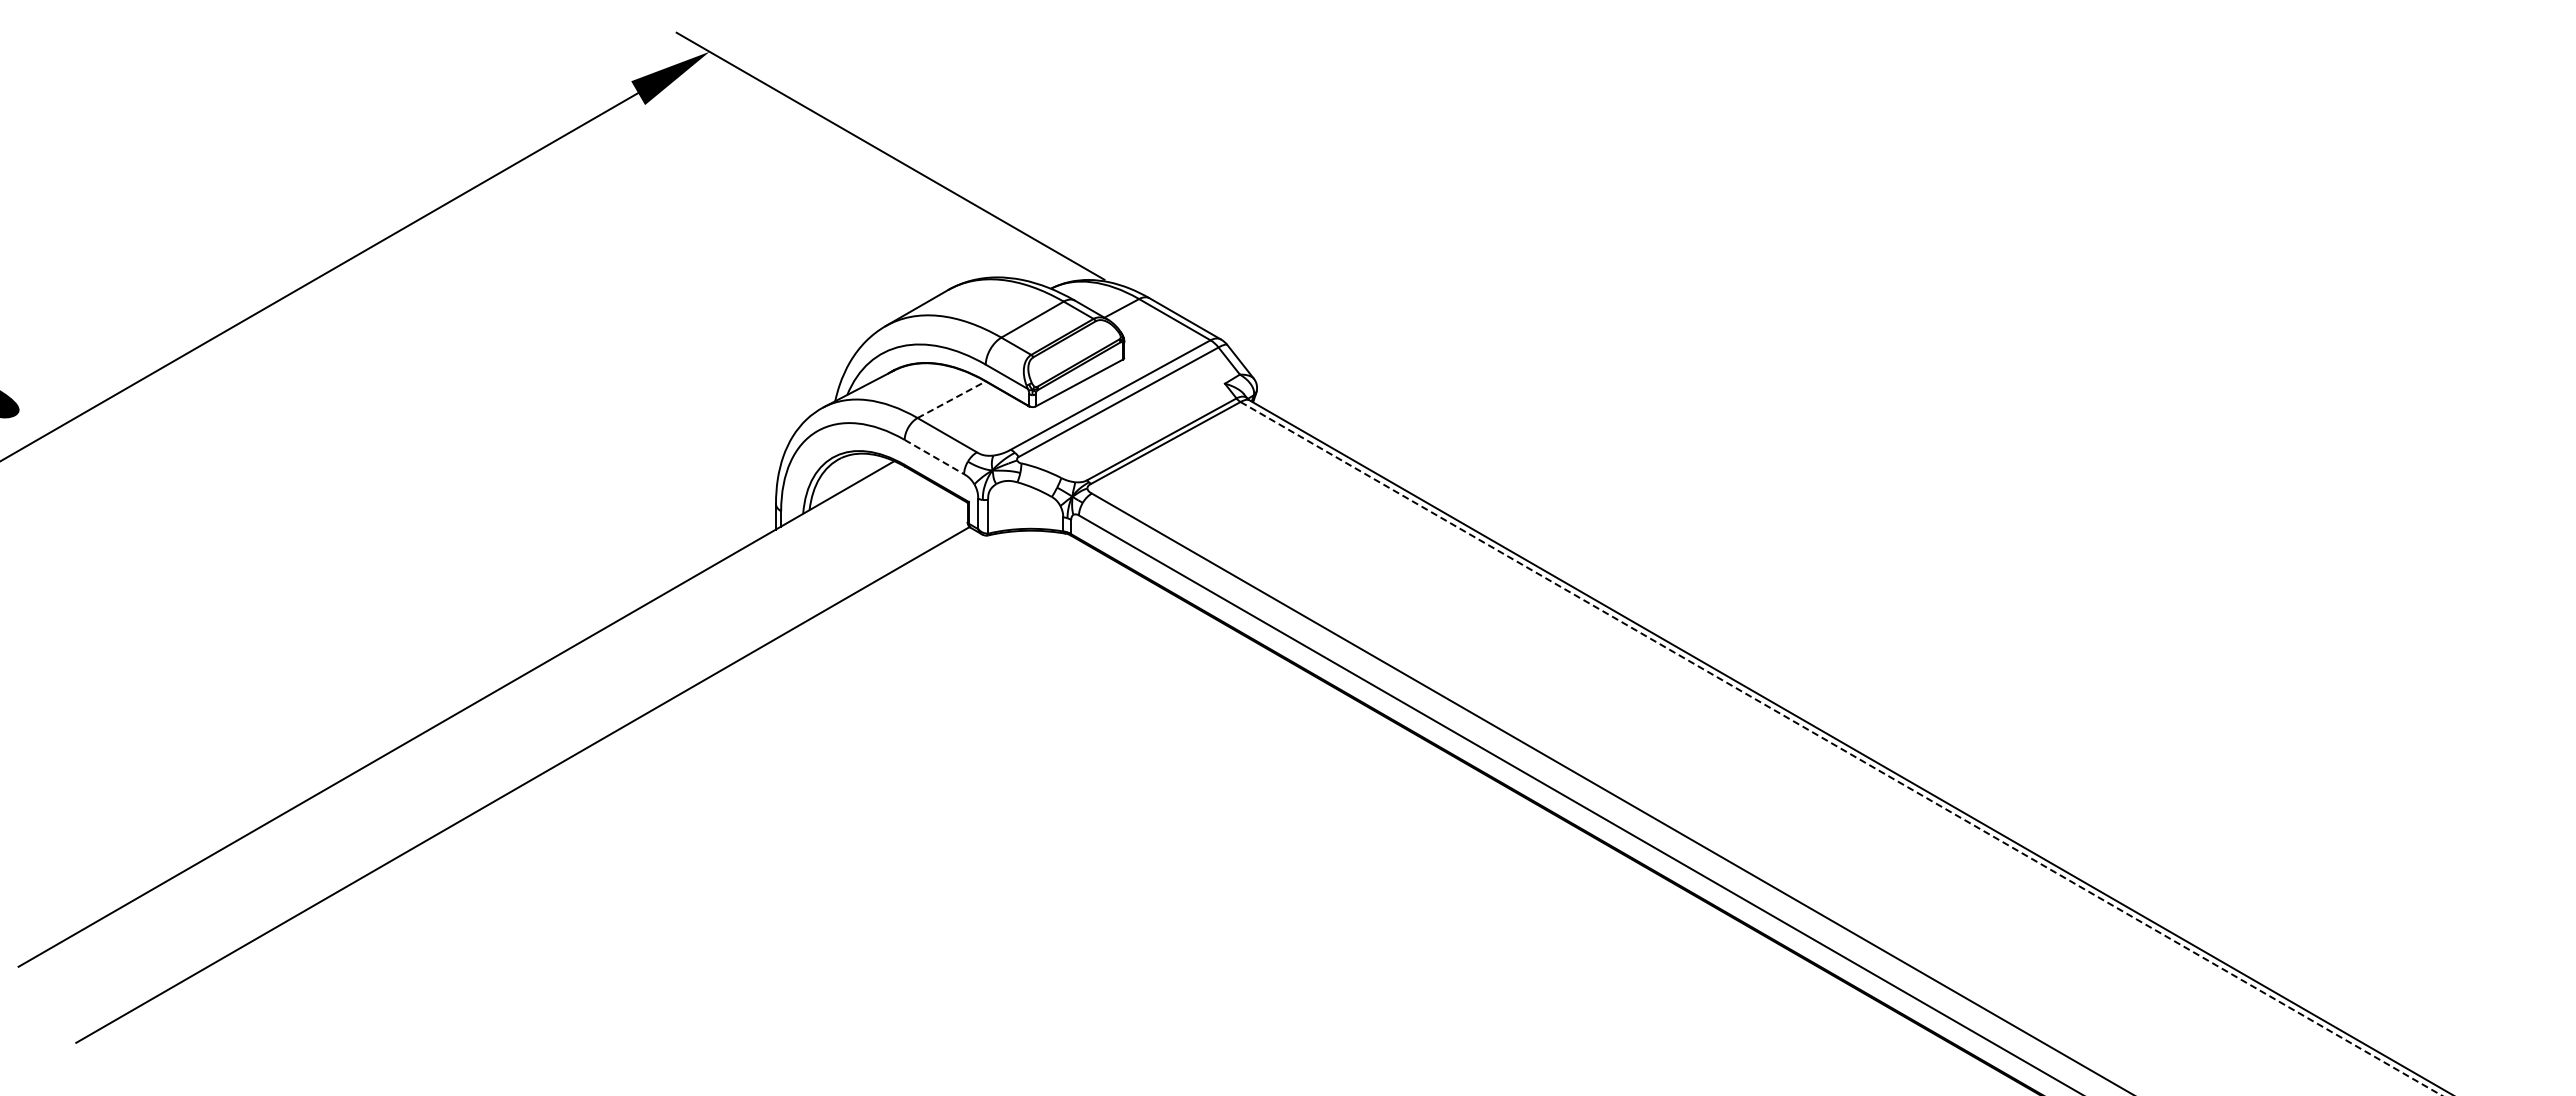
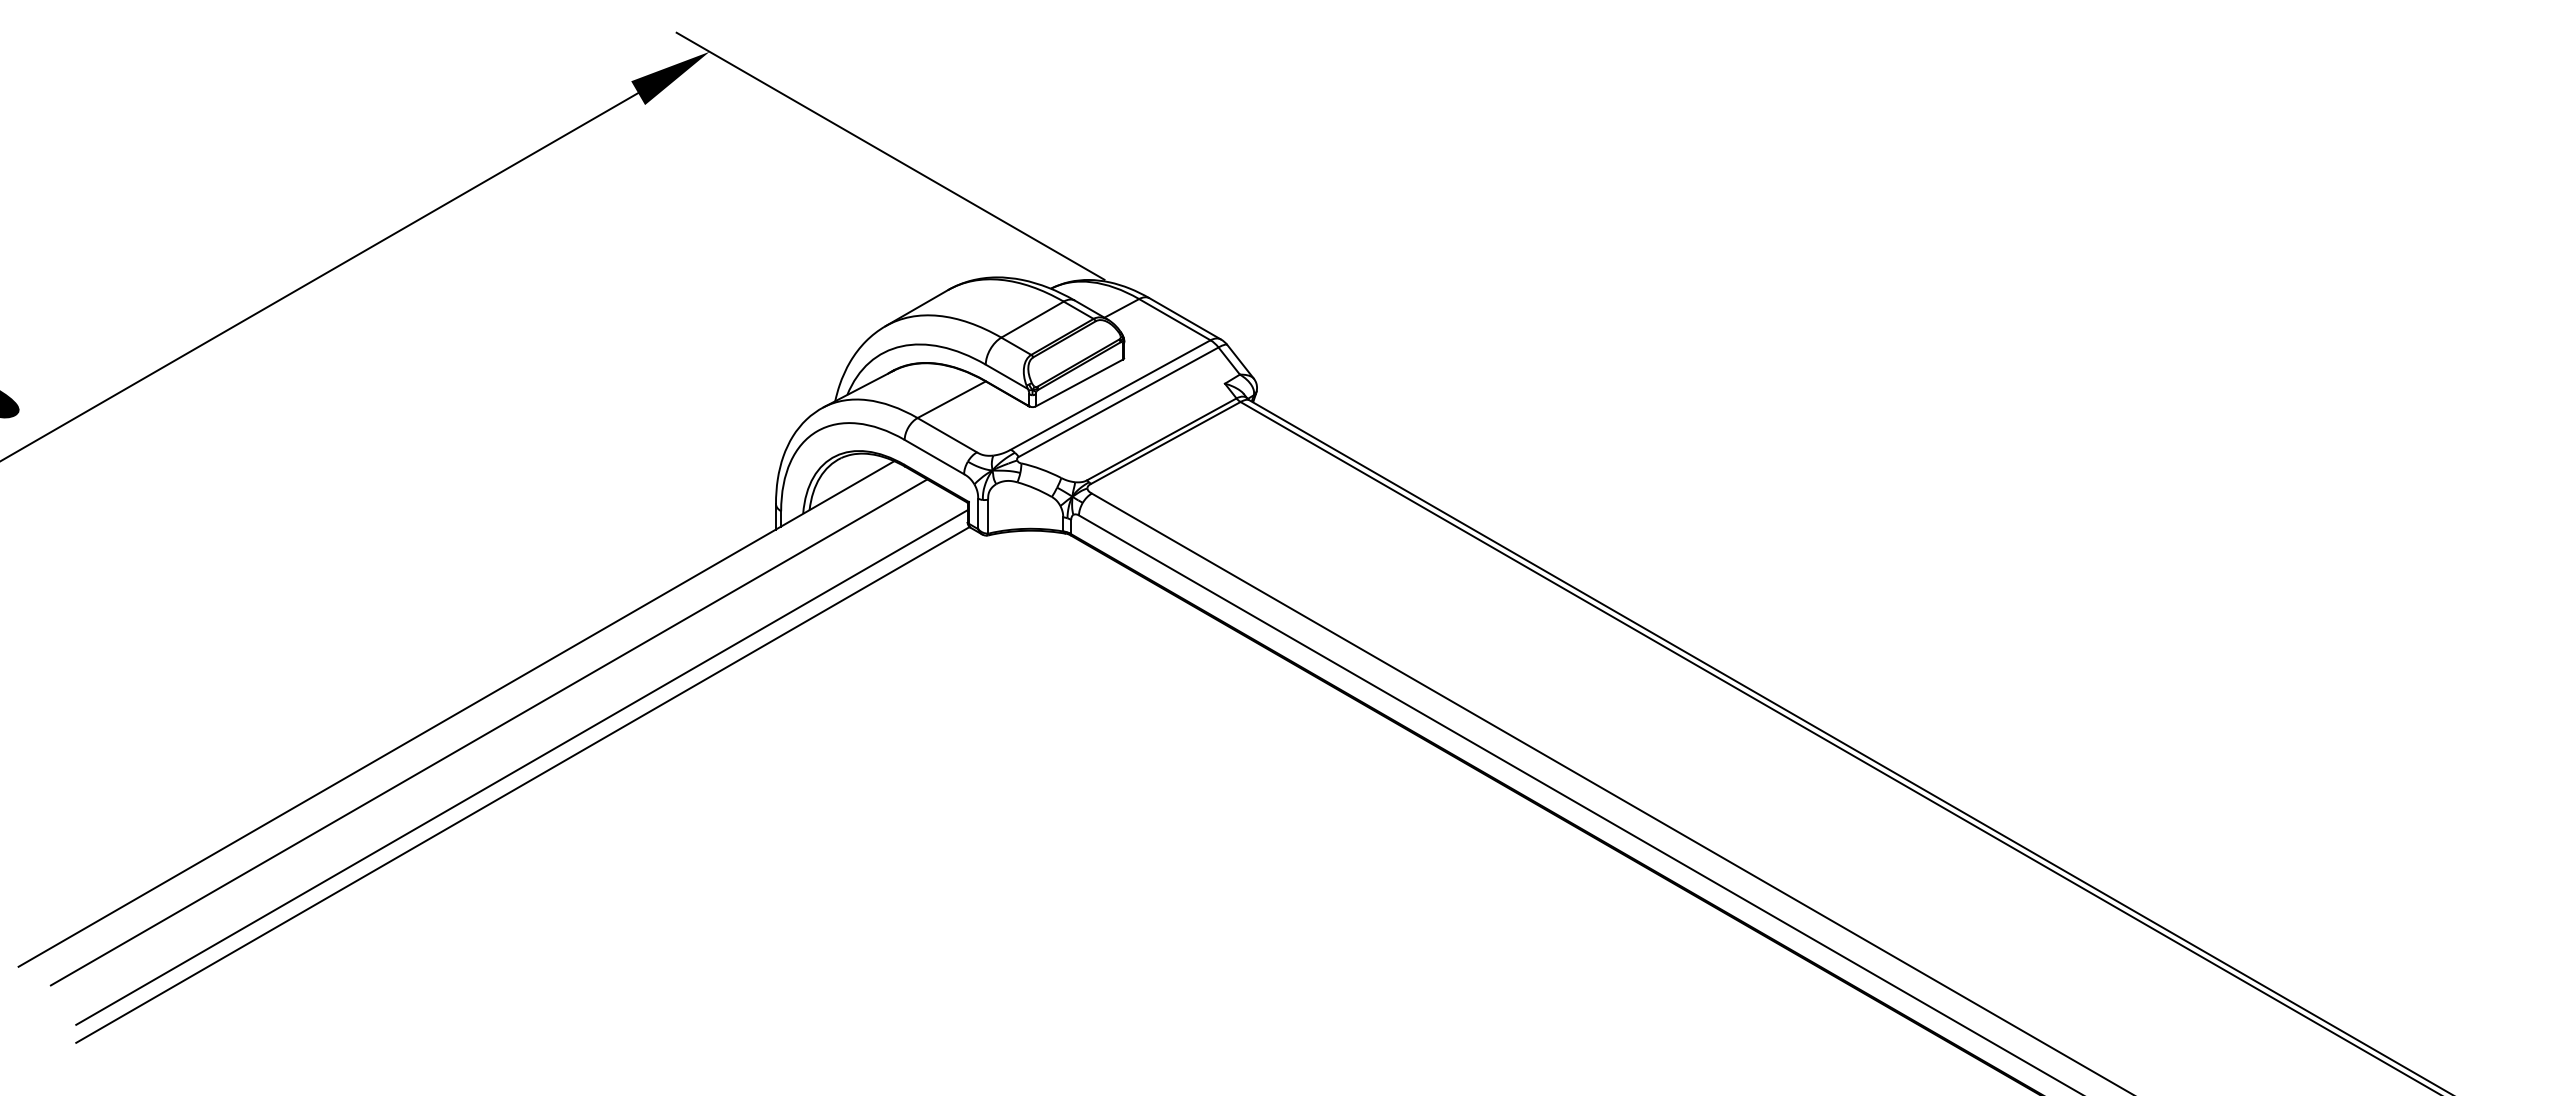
line at (951, 399): dashed -> solid
line at (934, 457): dashed -> solid
line at (488, 732): none -> present
line at (1841, 748): dashed -> solid
line at (521, 767): none -> present
